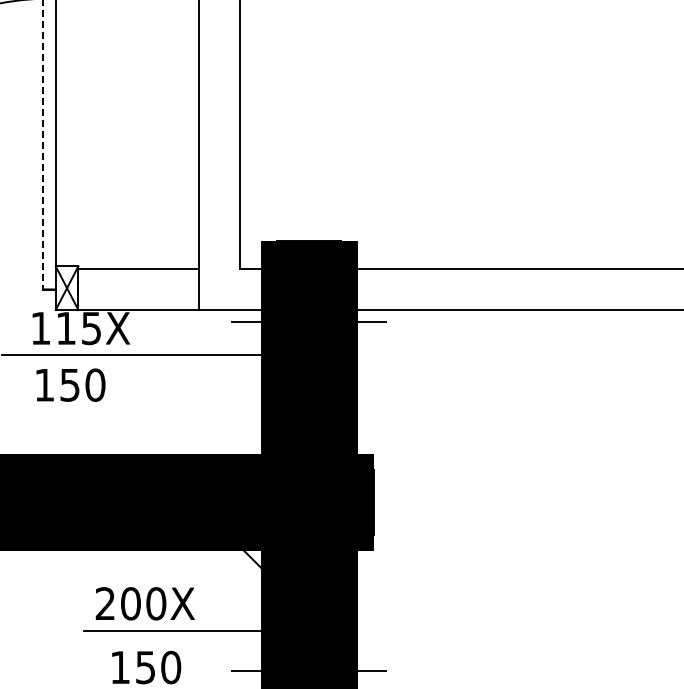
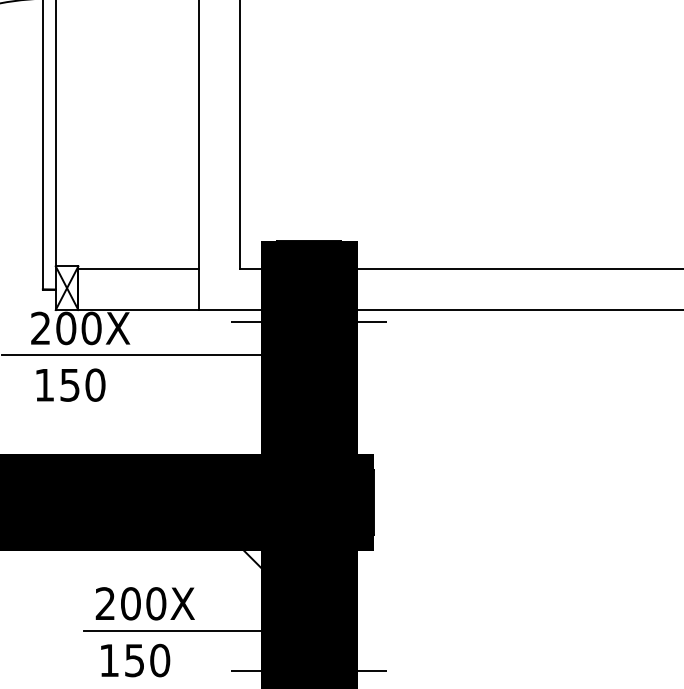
line at (42, 145): dashed -> solid
text at (66, 328): 115X -> 200X
text at (146, 667) position: (146, 667) -> (135, 660)
